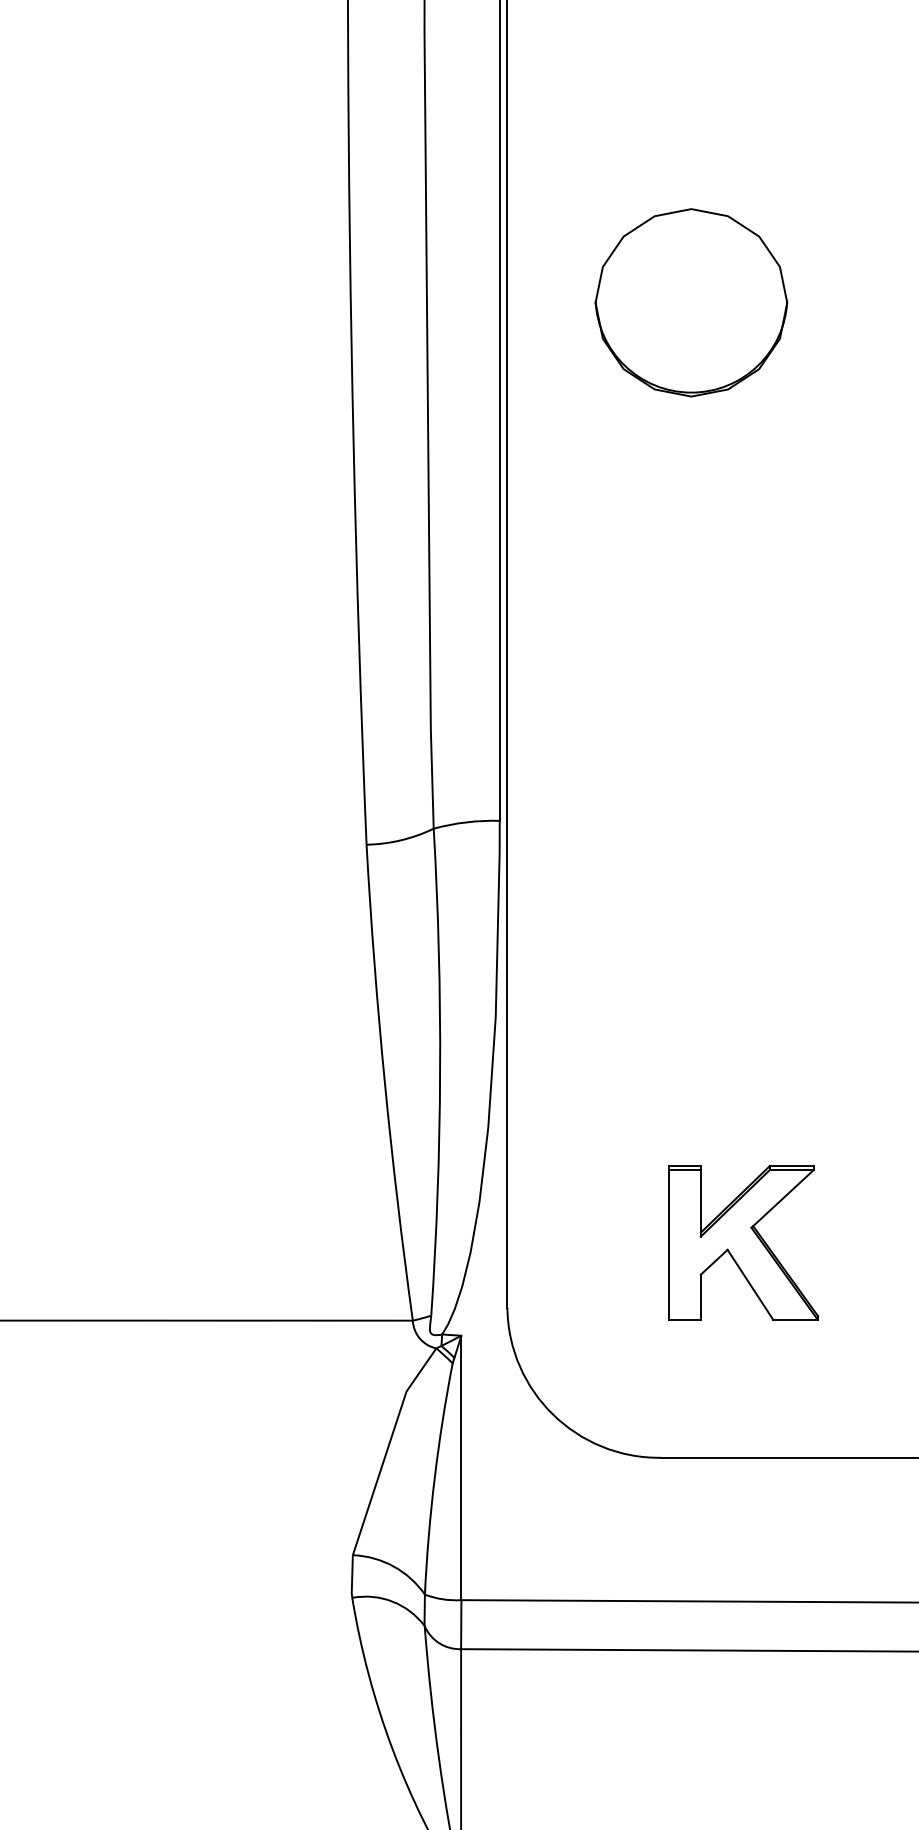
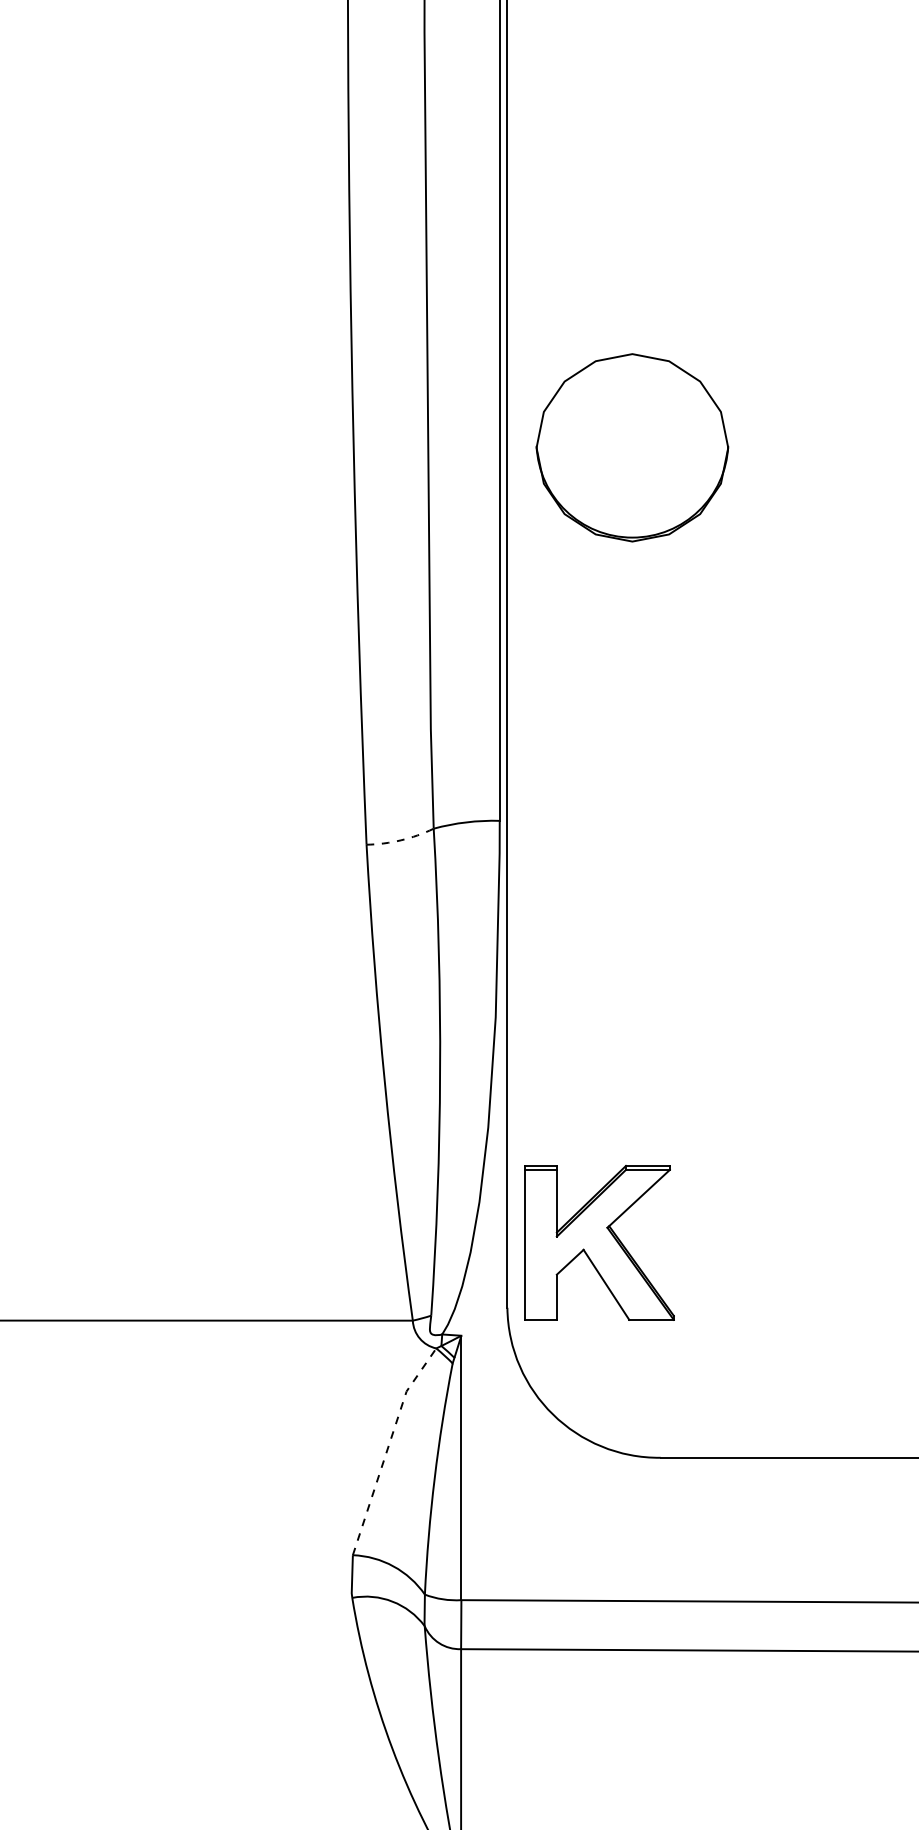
part at (691, 302) position: (691, 302) -> (632, 447)
arc at (401, 840): solid -> dashed
part at (743, 1242) position: (743, 1242) -> (599, 1242)
line at (388, 1447): solid -> dashed
